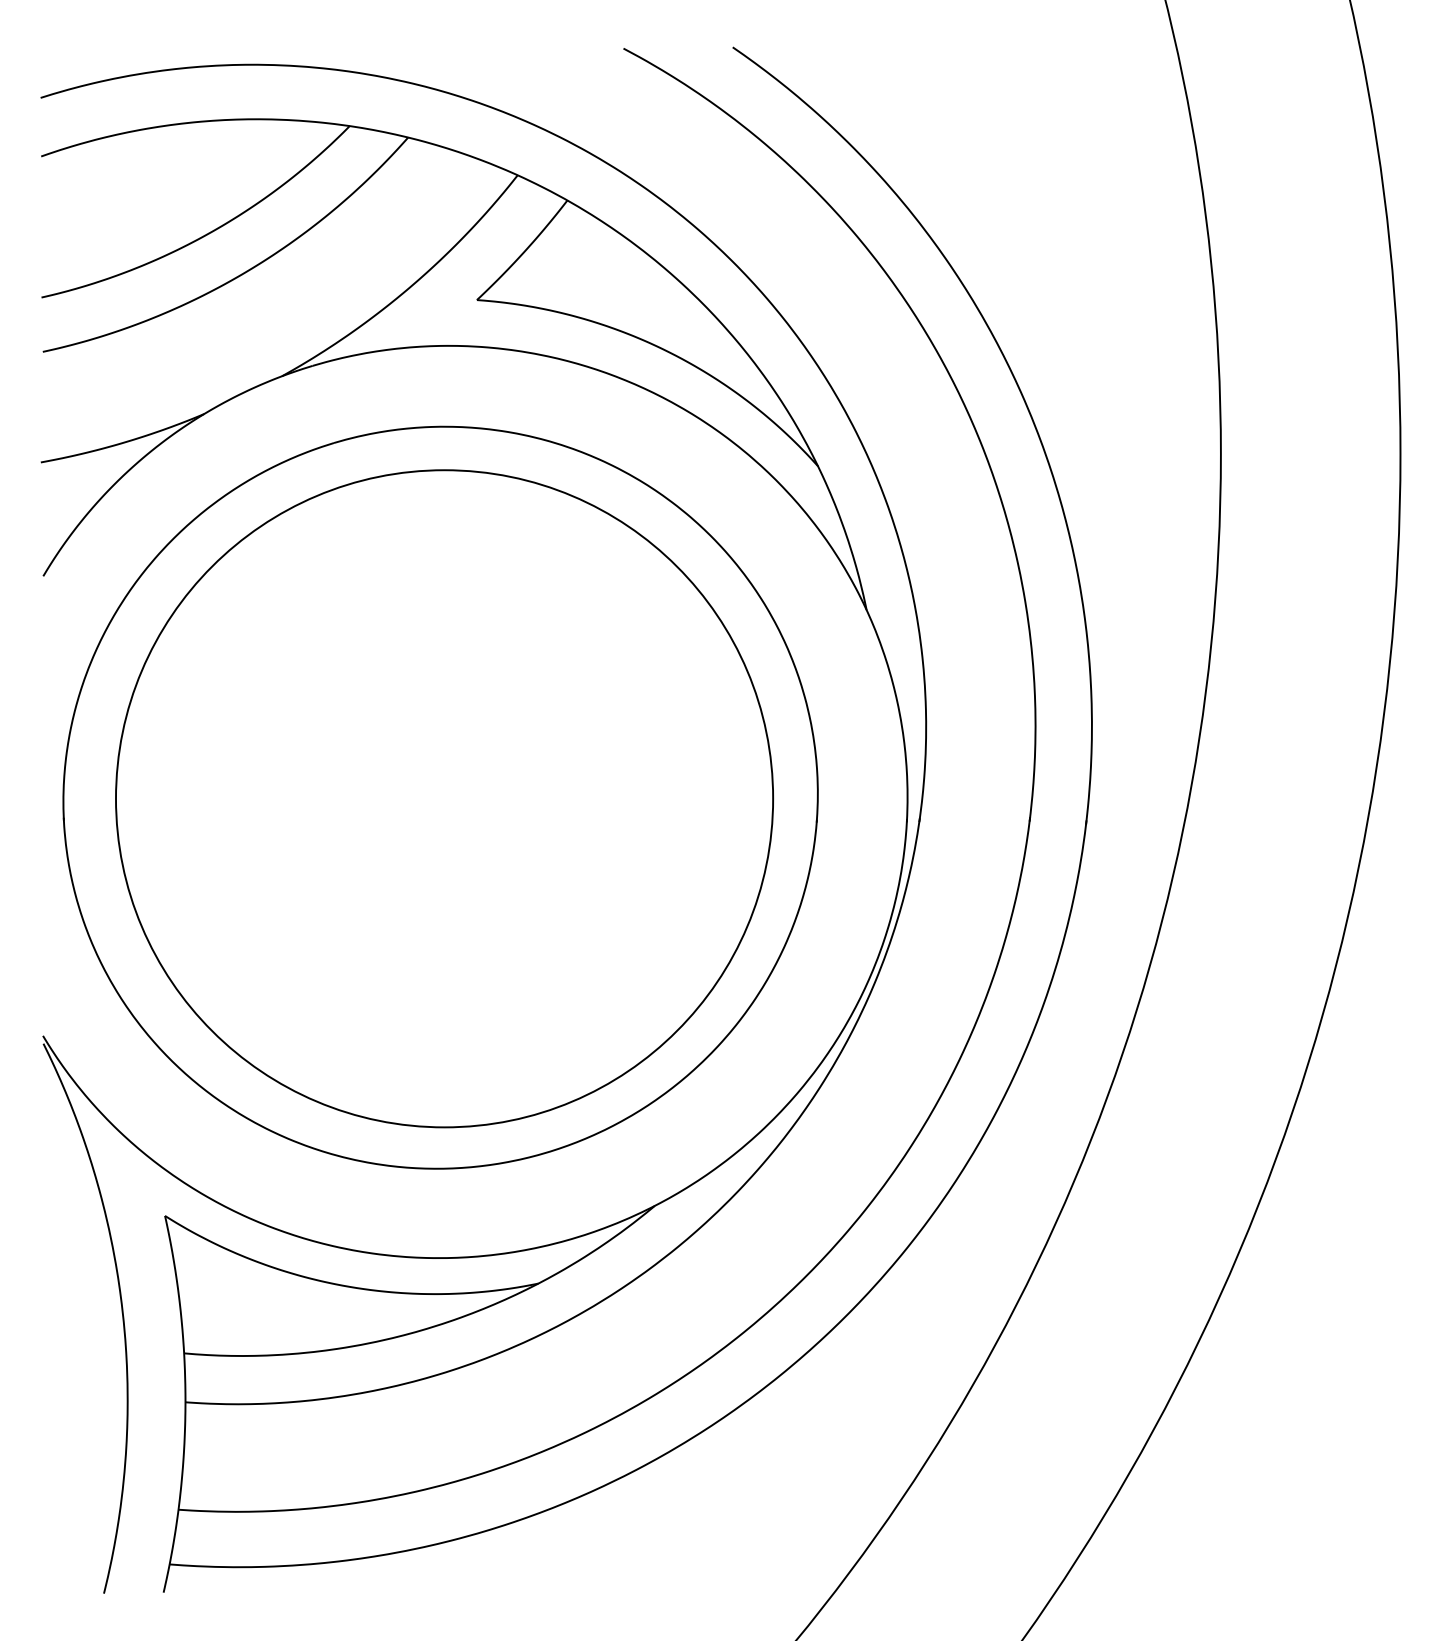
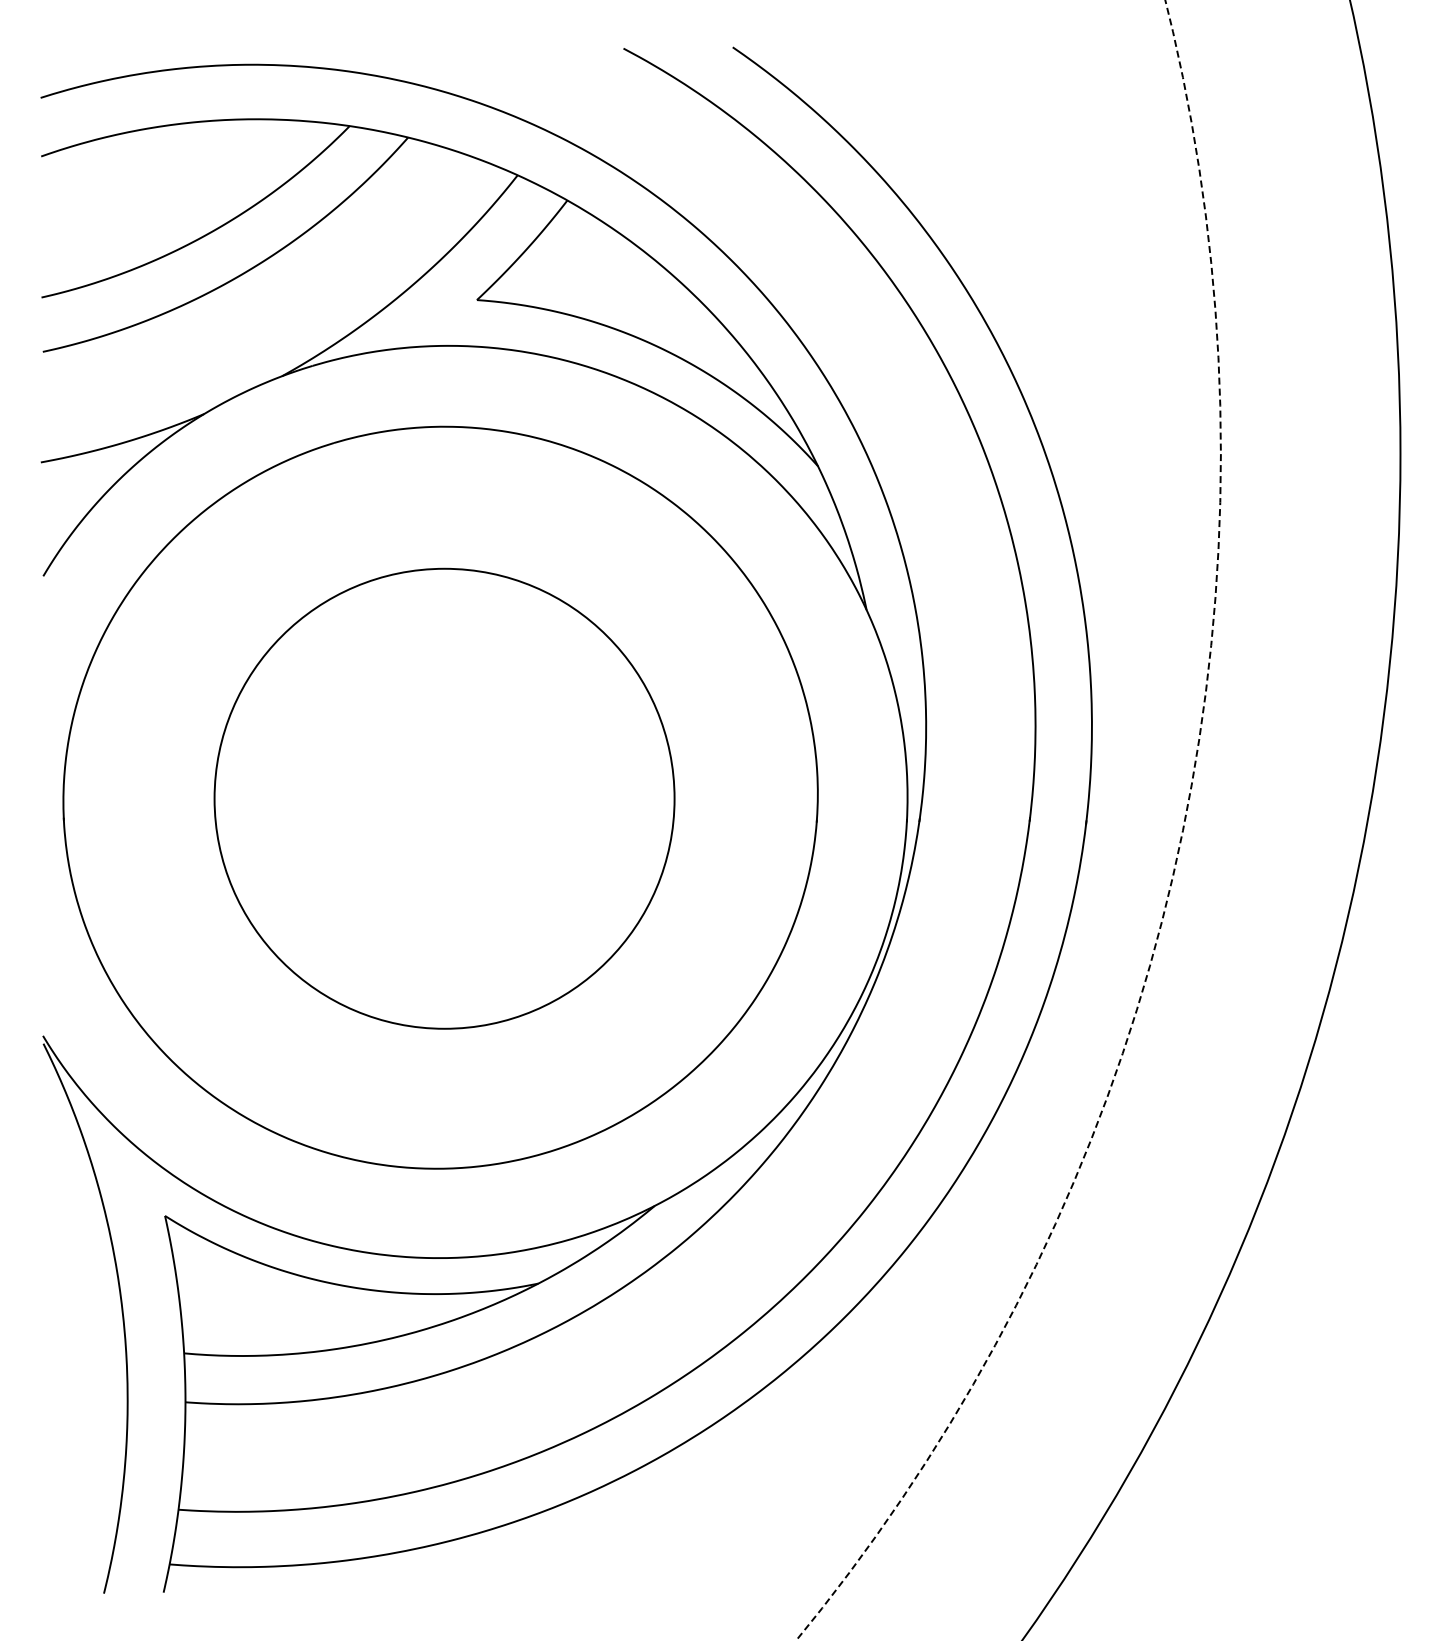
circle at (444, 798) diameter: 657 px -> 460 px
circle at (1007, 820): solid -> dashed
